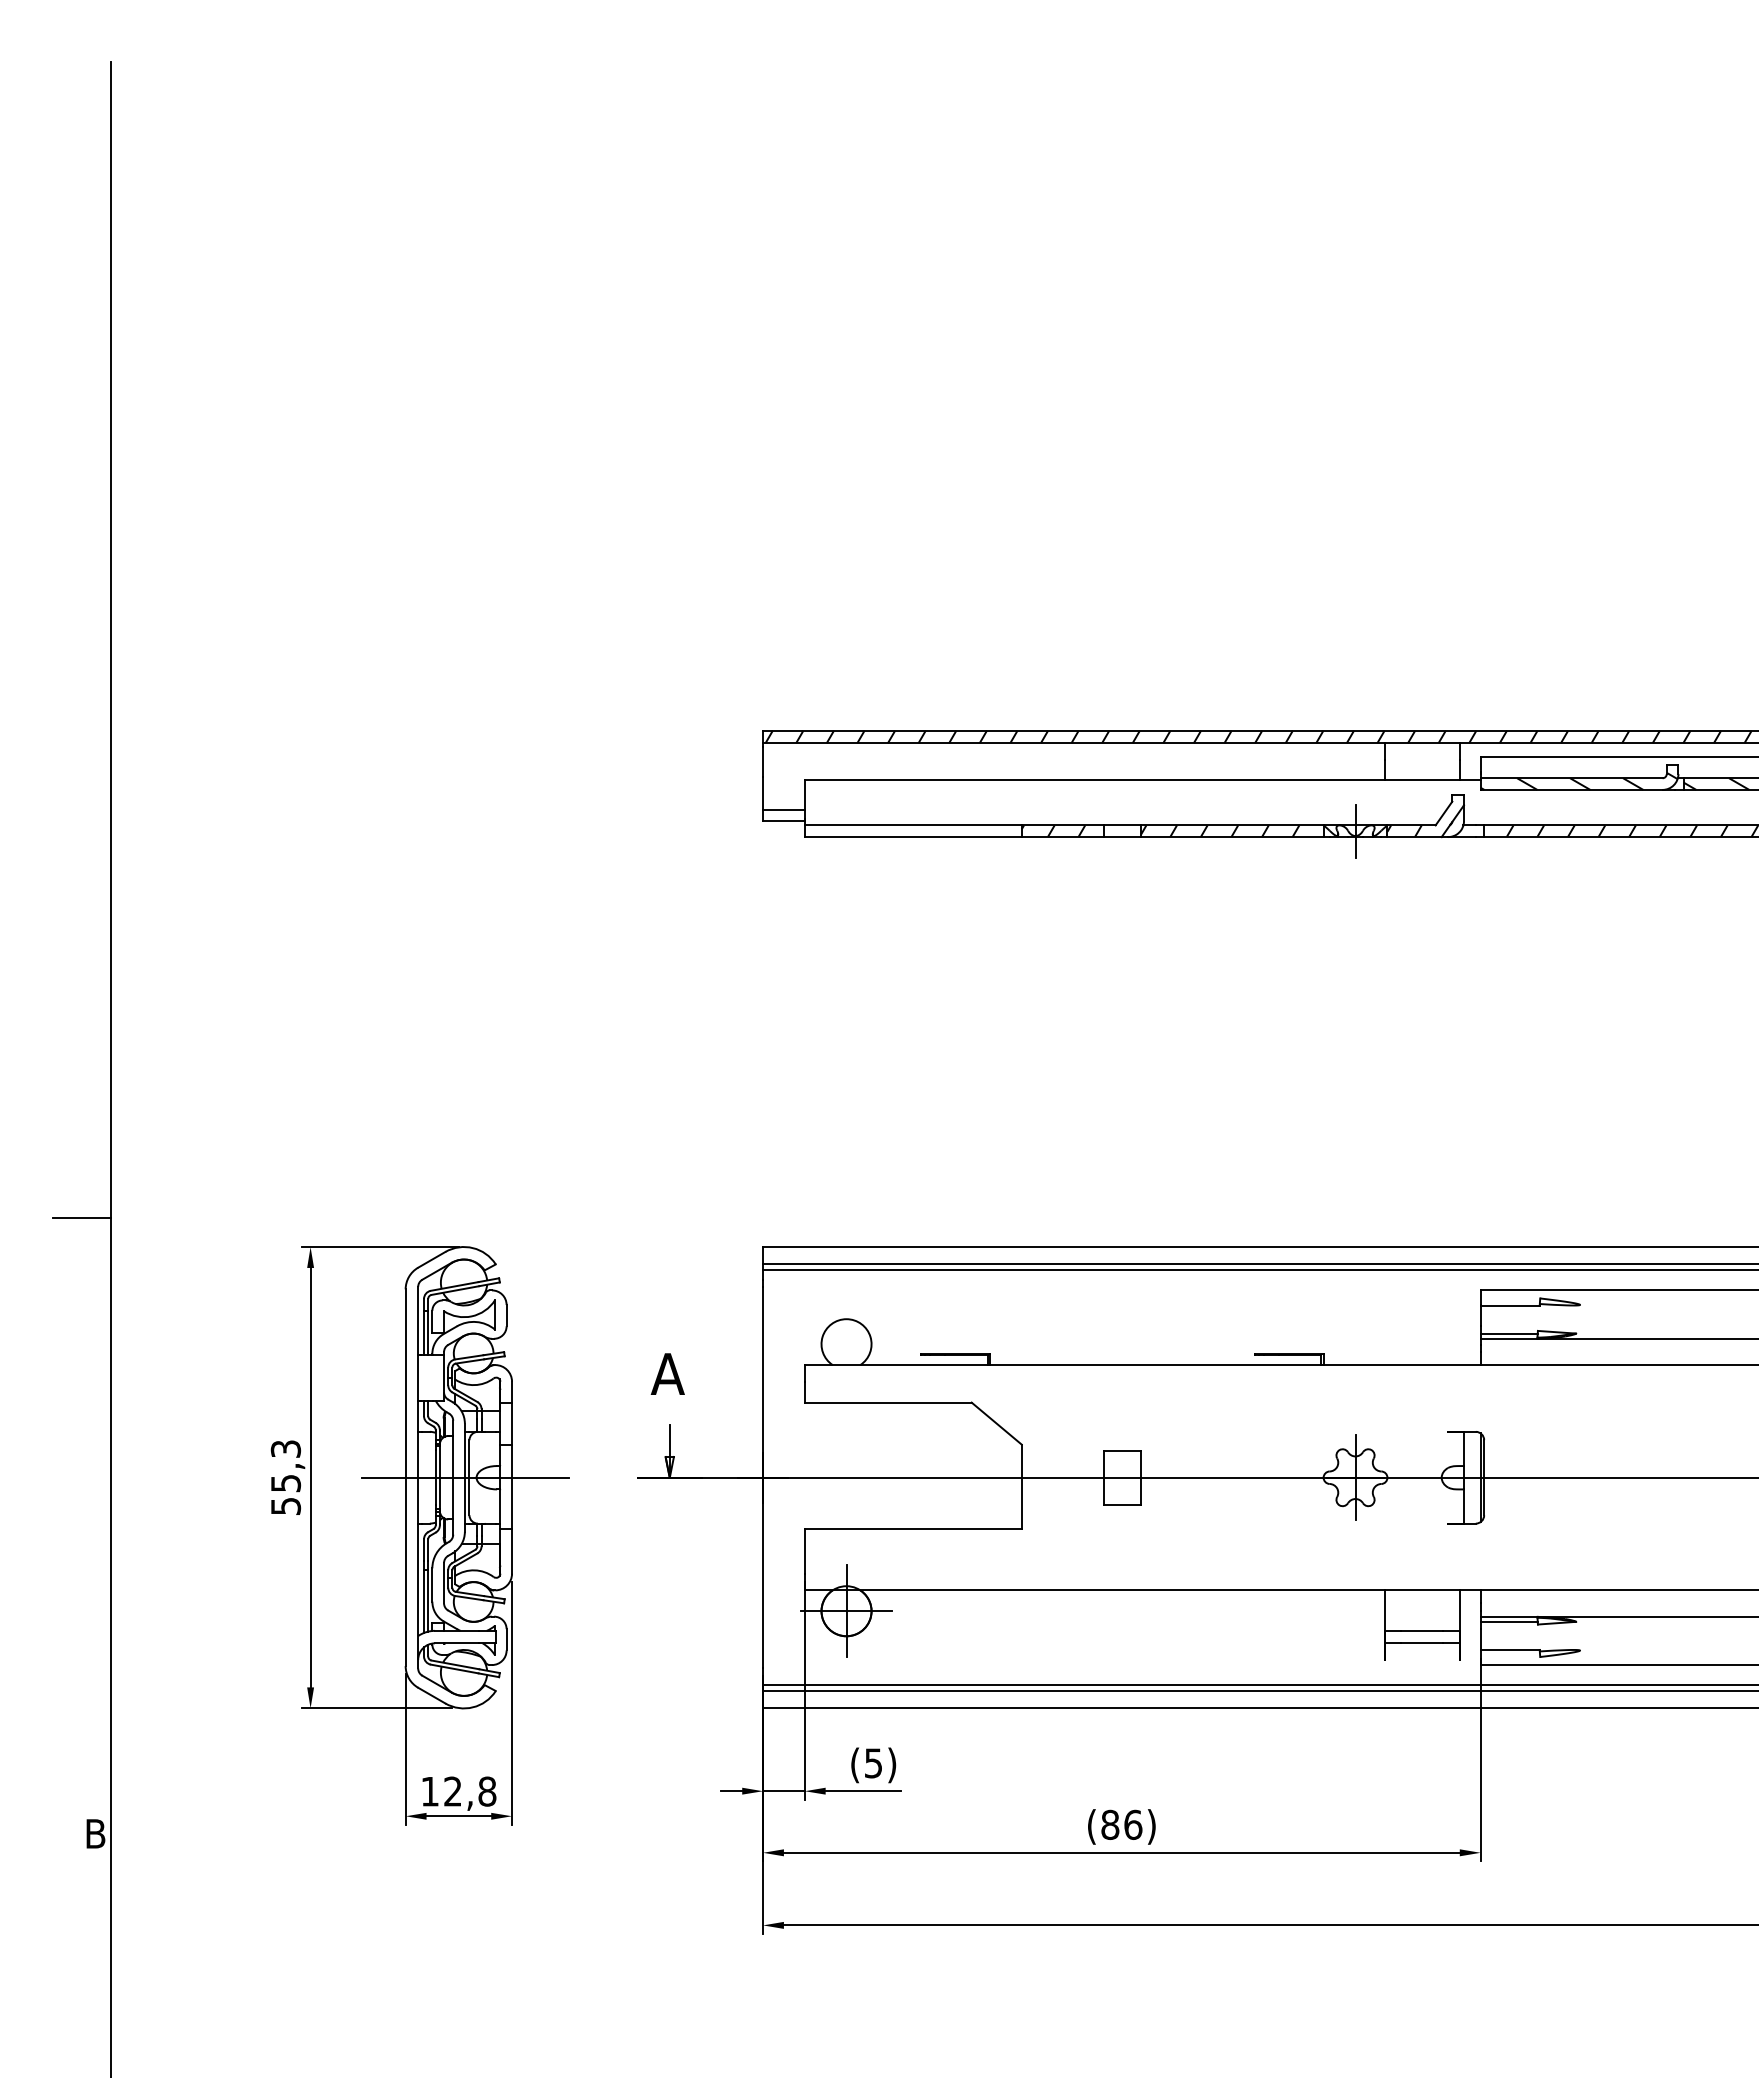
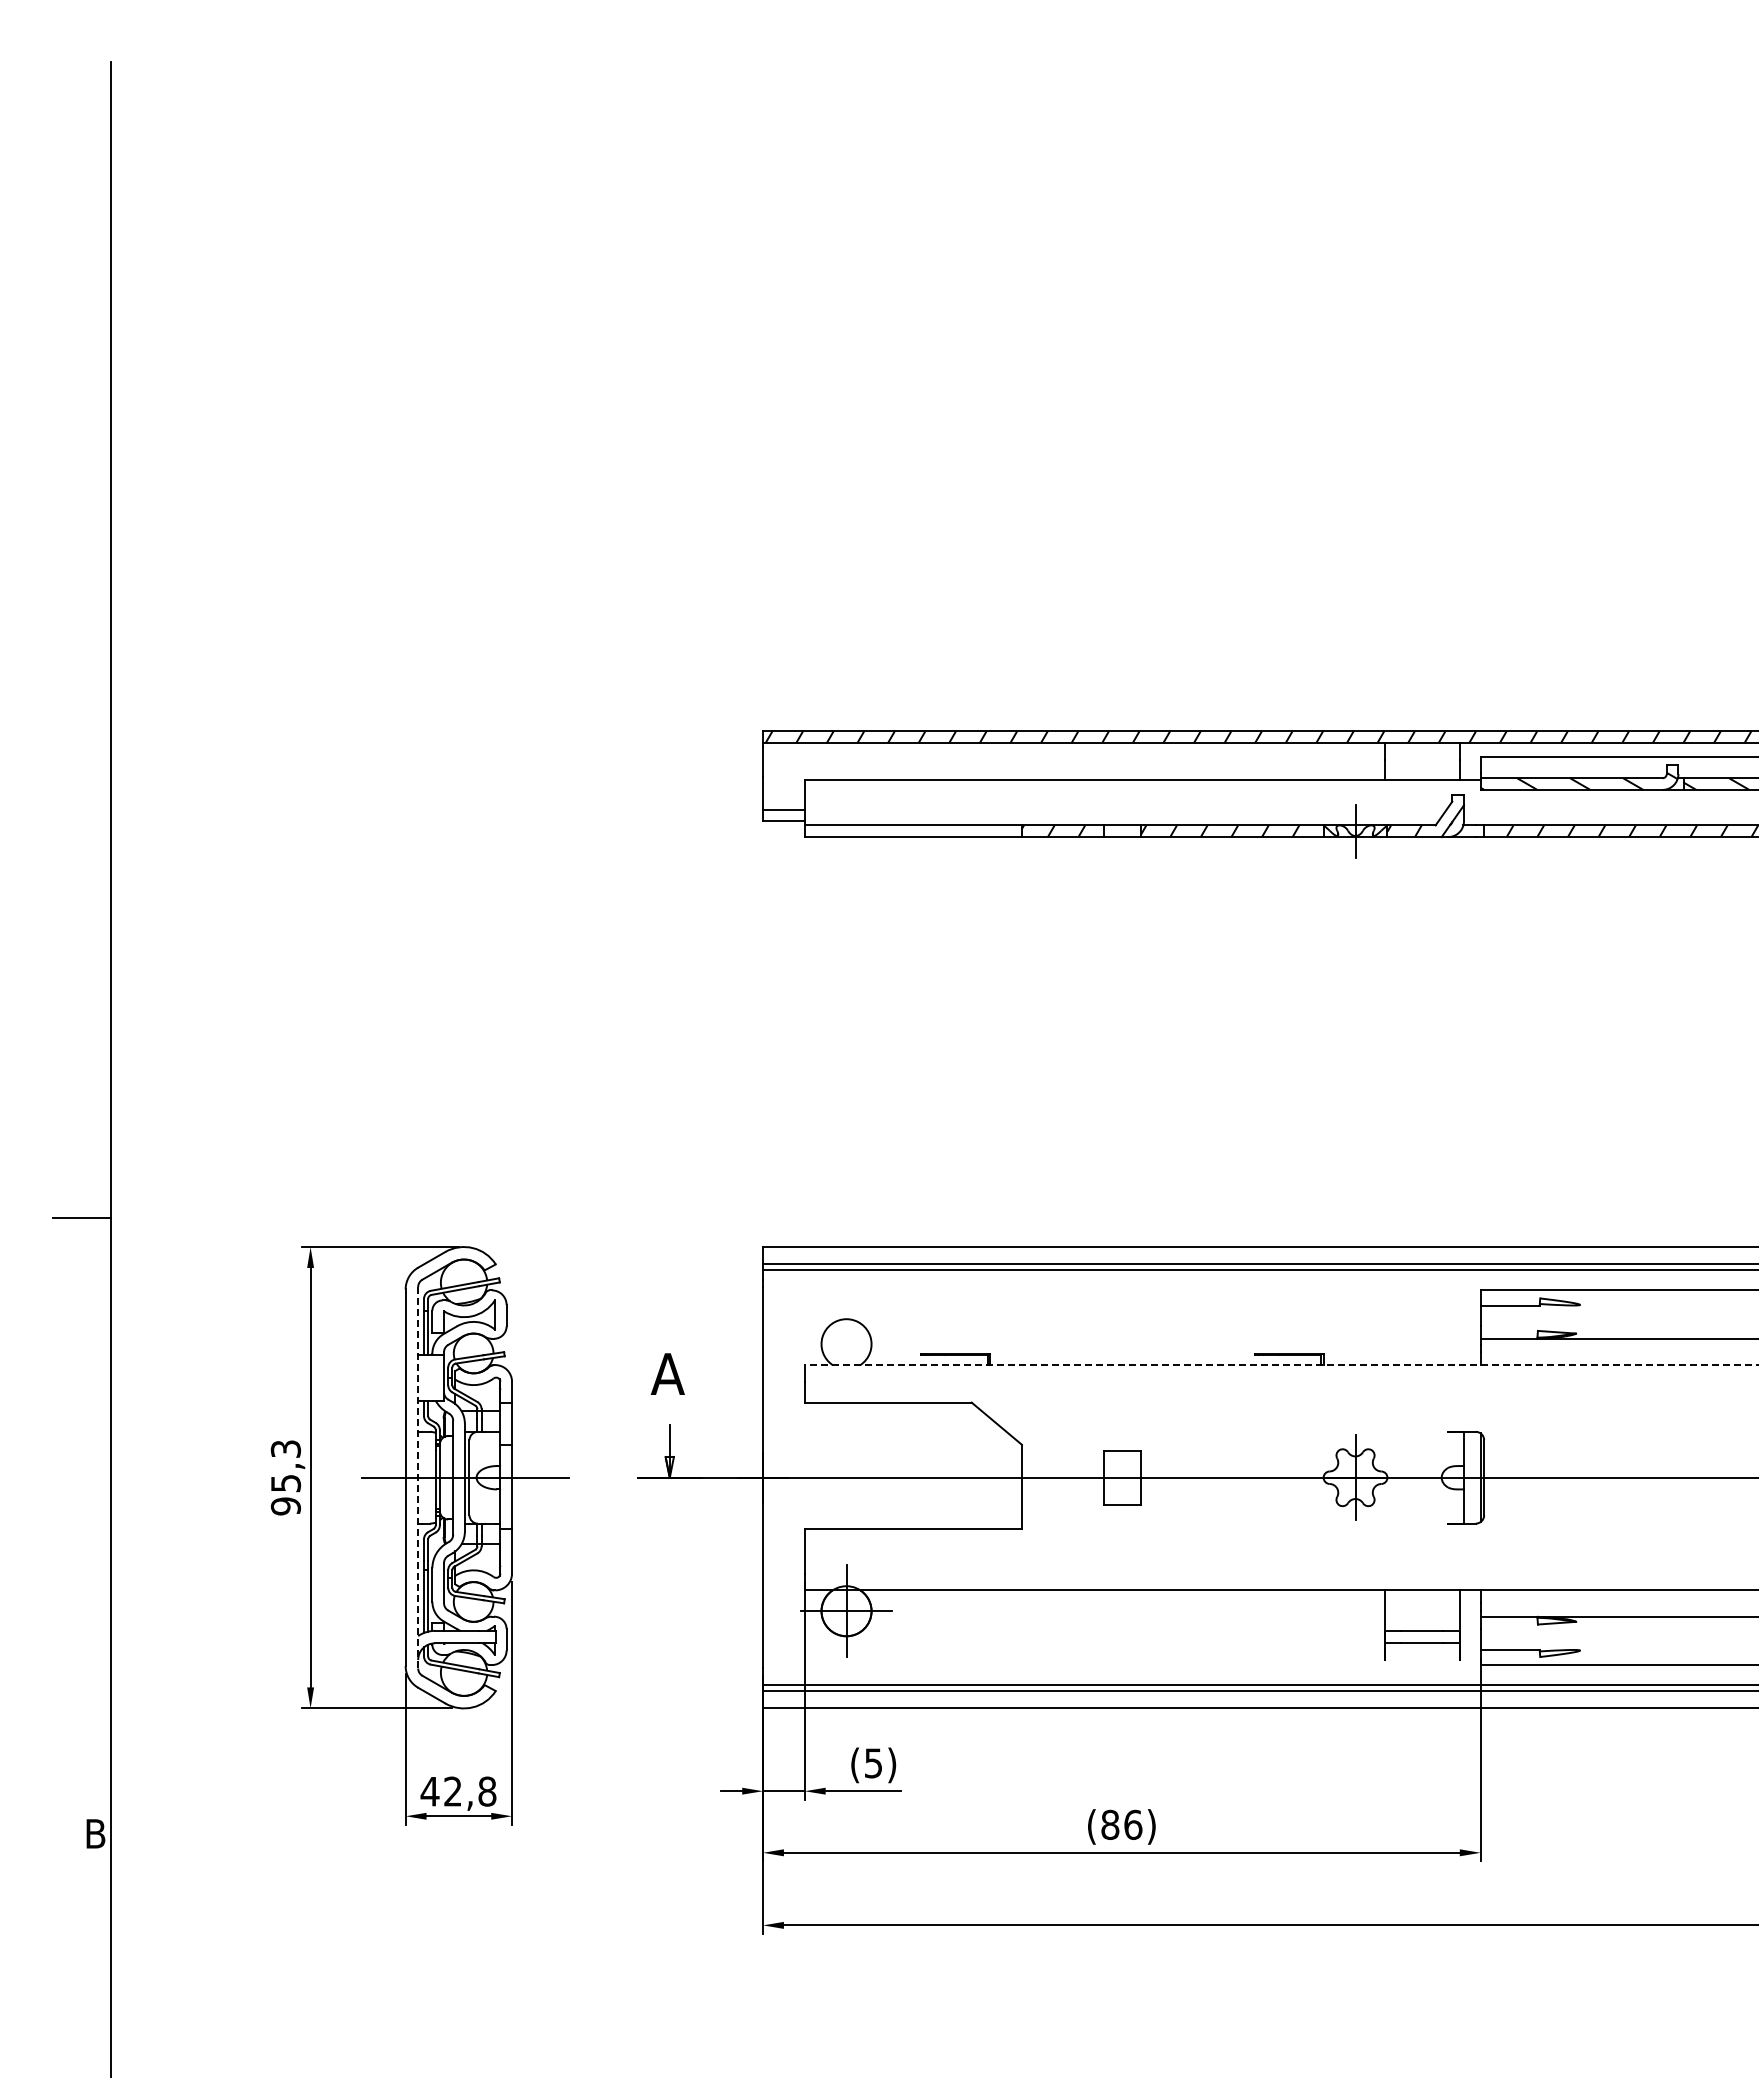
line at (1508, 1333): present -> none
line at (1281, 1365): solid -> dashed
line at (418, 1477): solid -> dashed
text at (285, 1506): 55,3 -> 95,3
line at (1508, 1621): present -> none
text at (429, 1791): 12,8 -> 42,8
